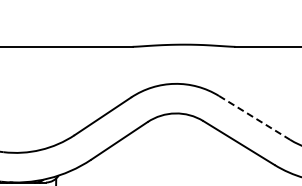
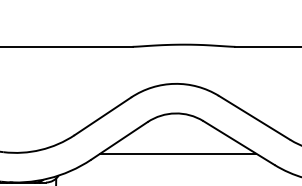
line at (254, 117): dashed -> solid
line at (178, 153): none -> present
